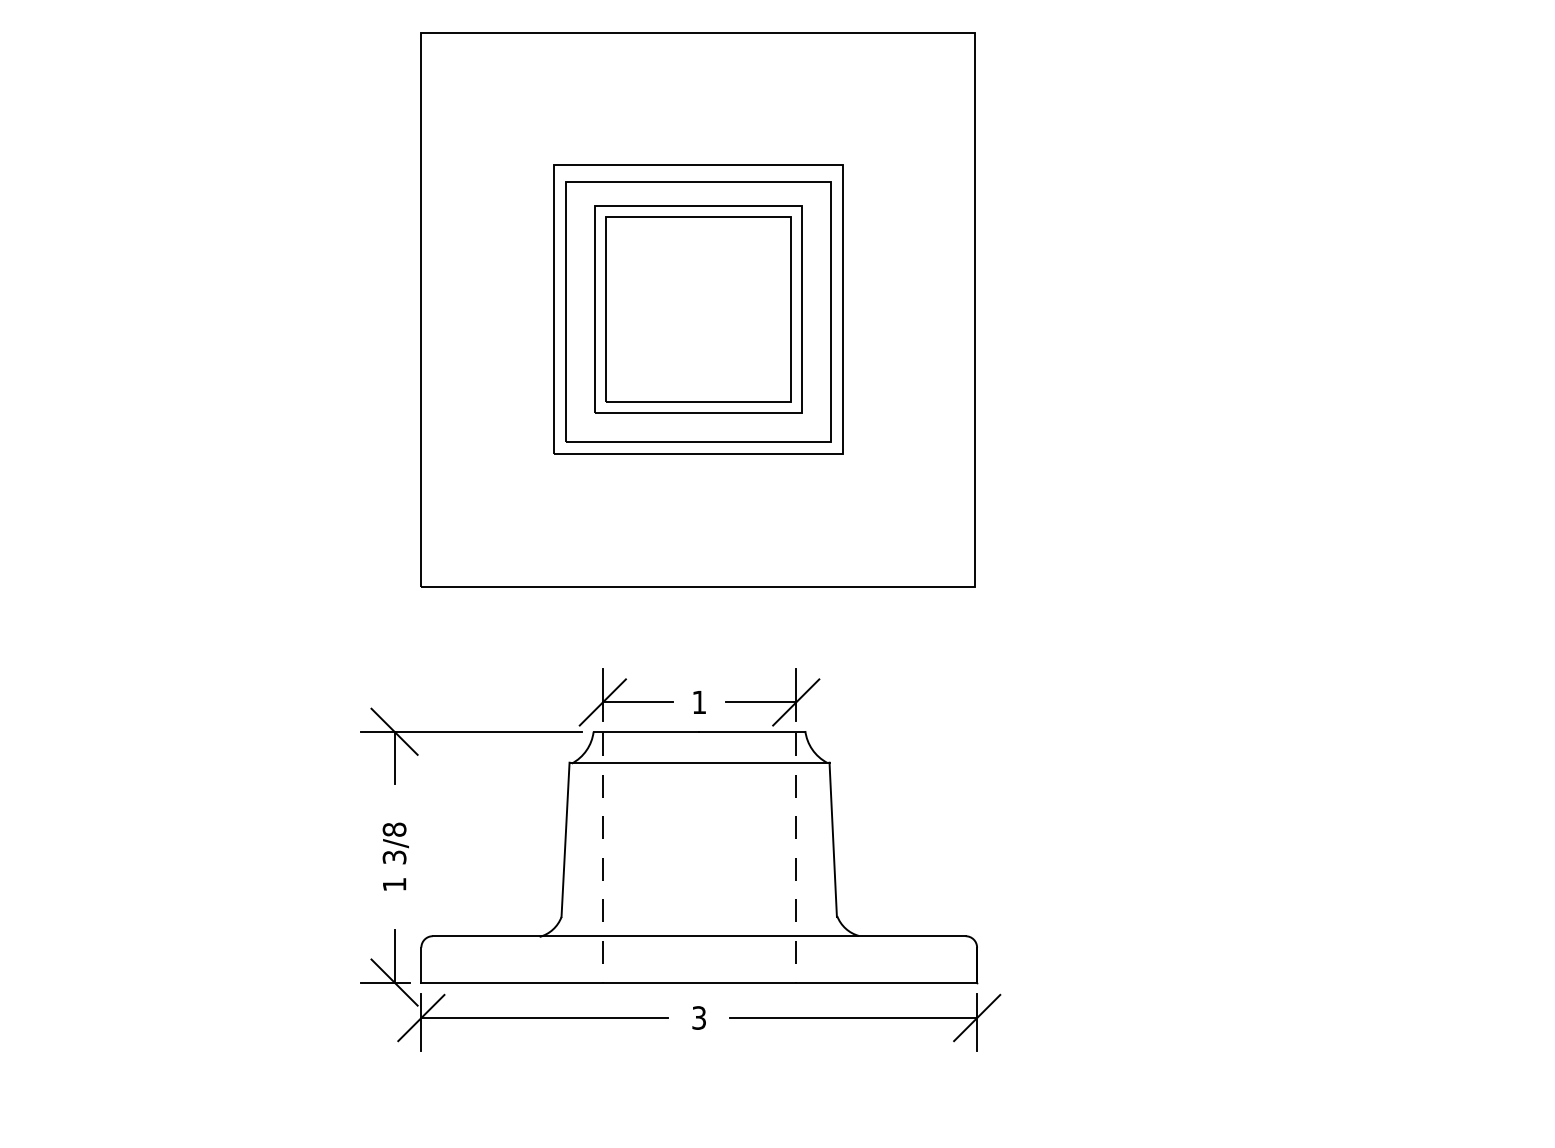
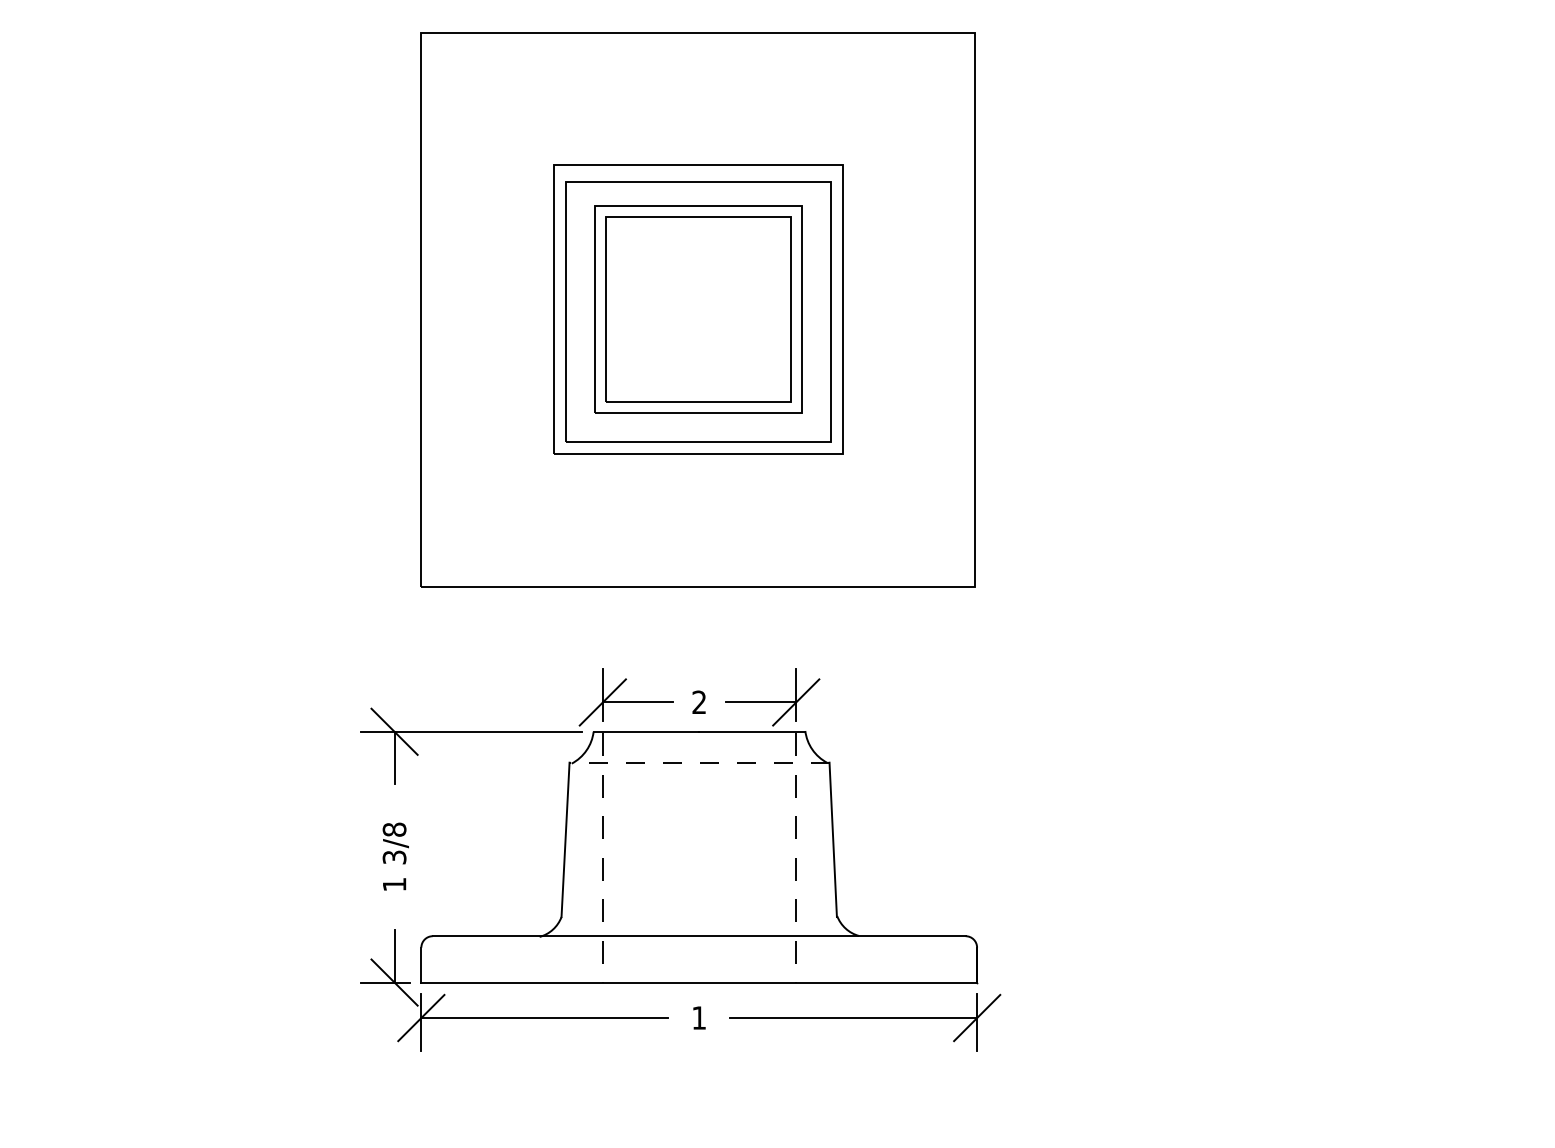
text at (698, 701): 1 -> 2
line at (699, 762): solid -> dashed
text at (698, 1017): 3 -> 1
